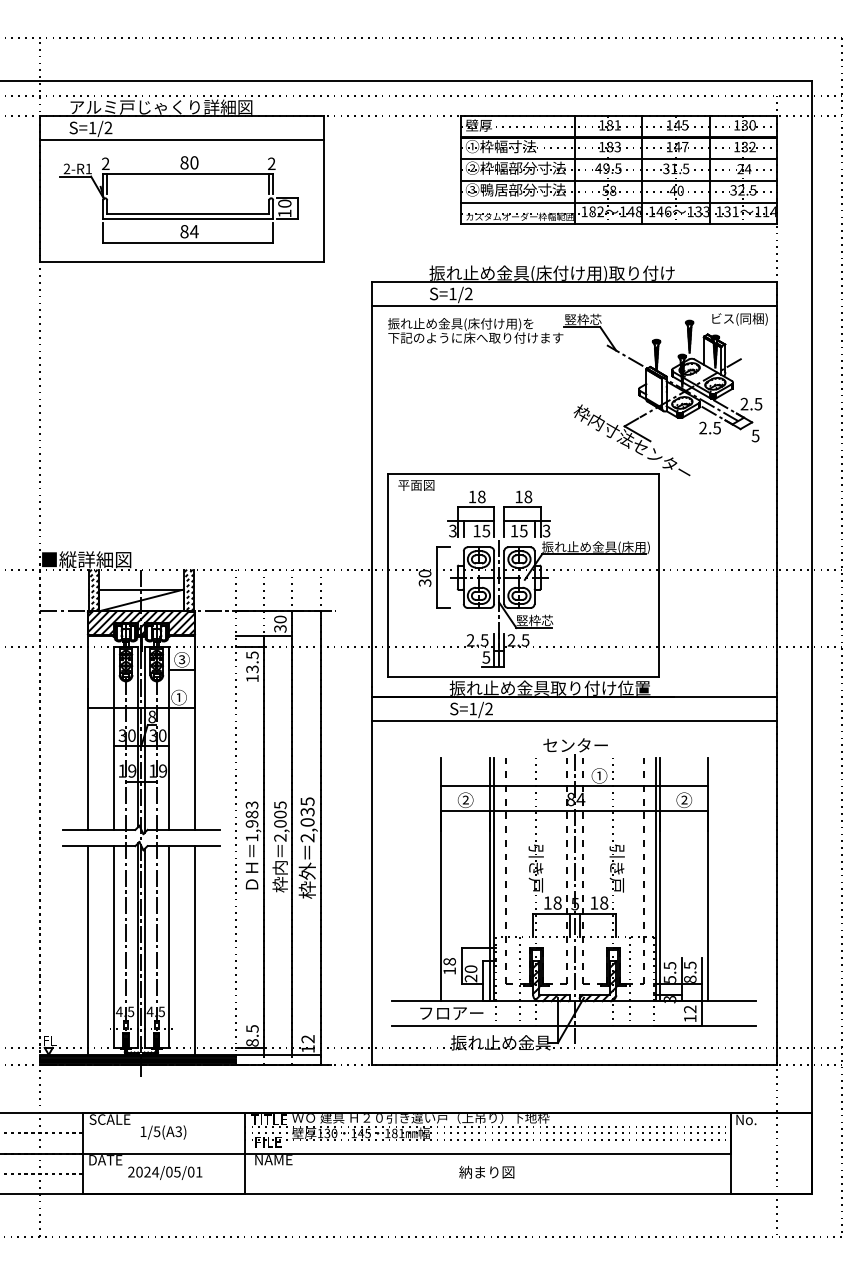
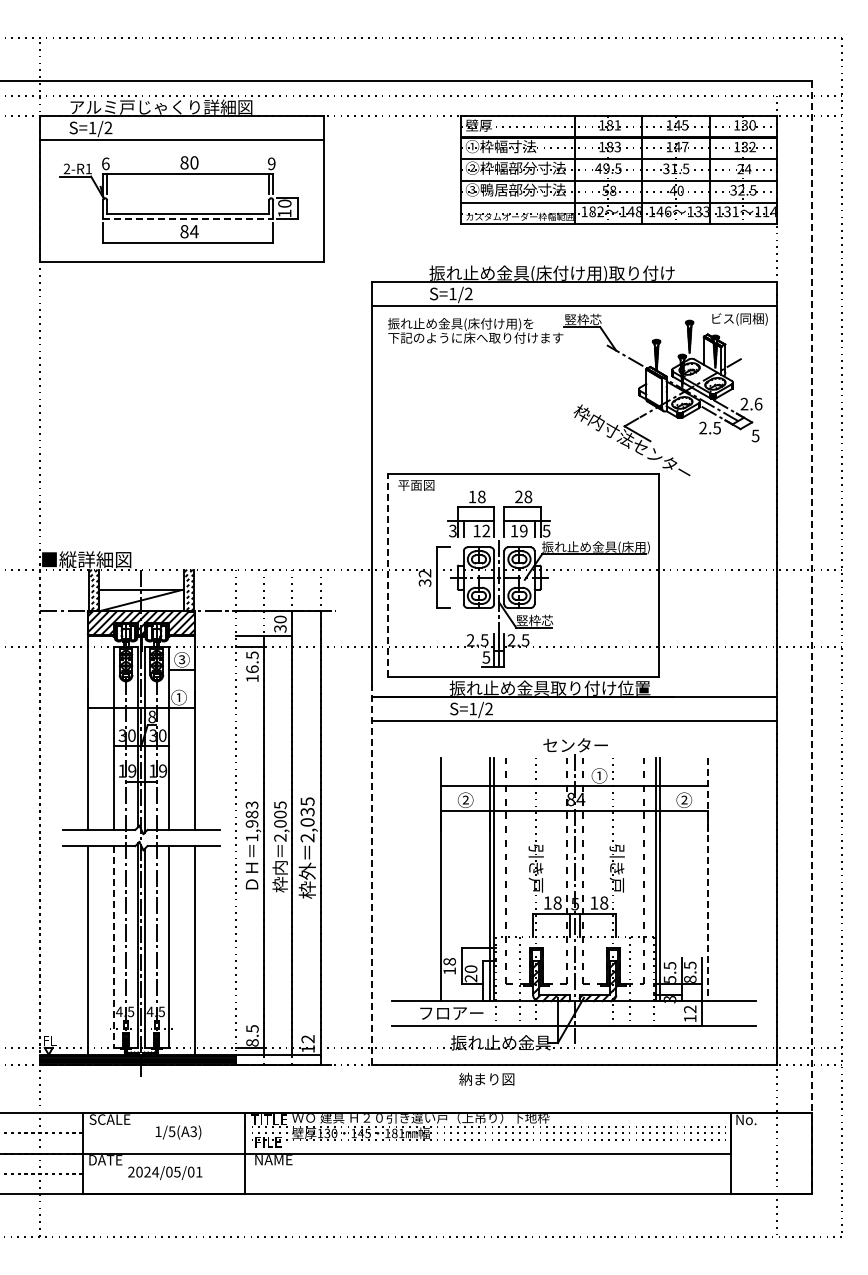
text at (105, 163): 2 -> 6
text at (271, 164): 2 -> 9
line at (188, 218): solid -> dashed
text at (758, 403): 2.5 -> 2.6
text at (518, 496): 18 -> 28
text at (486, 530): 15 -> 12
text at (523, 530): 15 -> 19
text at (546, 530): 3 -> 5
text at (425, 573): 30 -> 32
line at (387, 574): solid -> dashed
line at (811, 637): solid -> dashed
text at (252, 669): 13.5 -> 16.5
line at (372, 875): solid -> dashed
line at (708, 879): solid -> dashed
line at (113, 947): solid -> dashed
text at (163, 1132) position: (163, 1132) -> (178, 1132)
text at (486, 1171) position: (486, 1171) -> (486, 1078)
